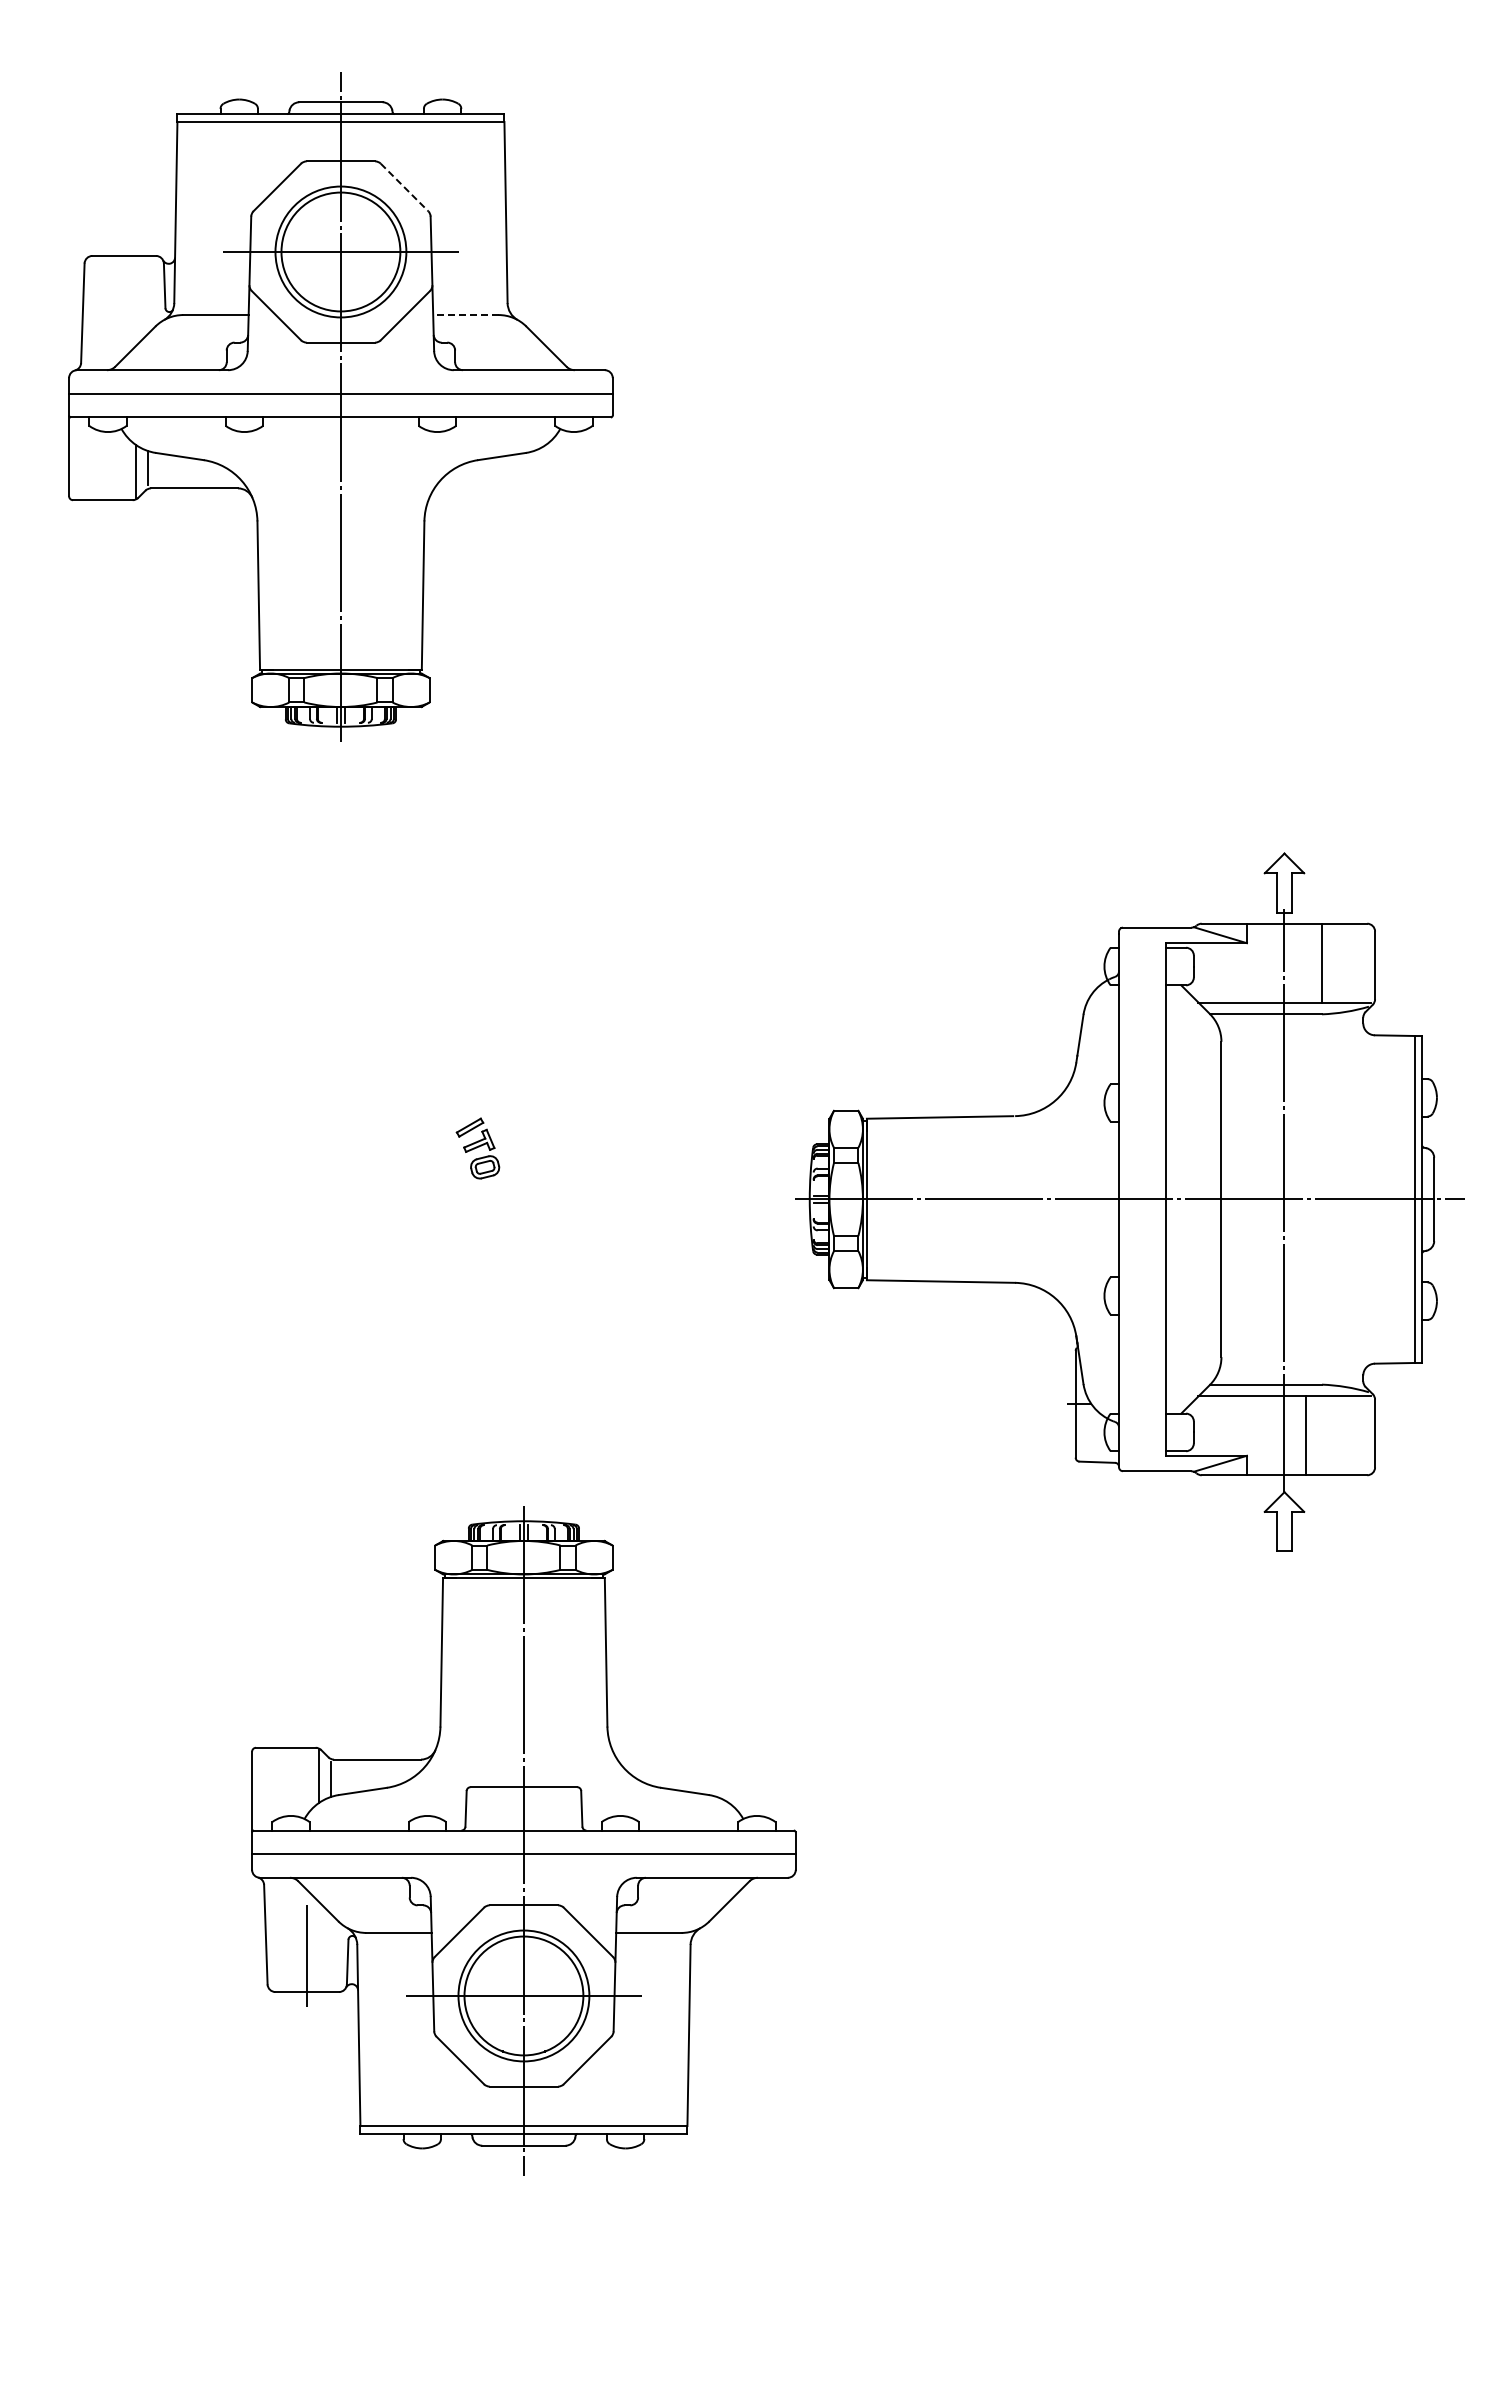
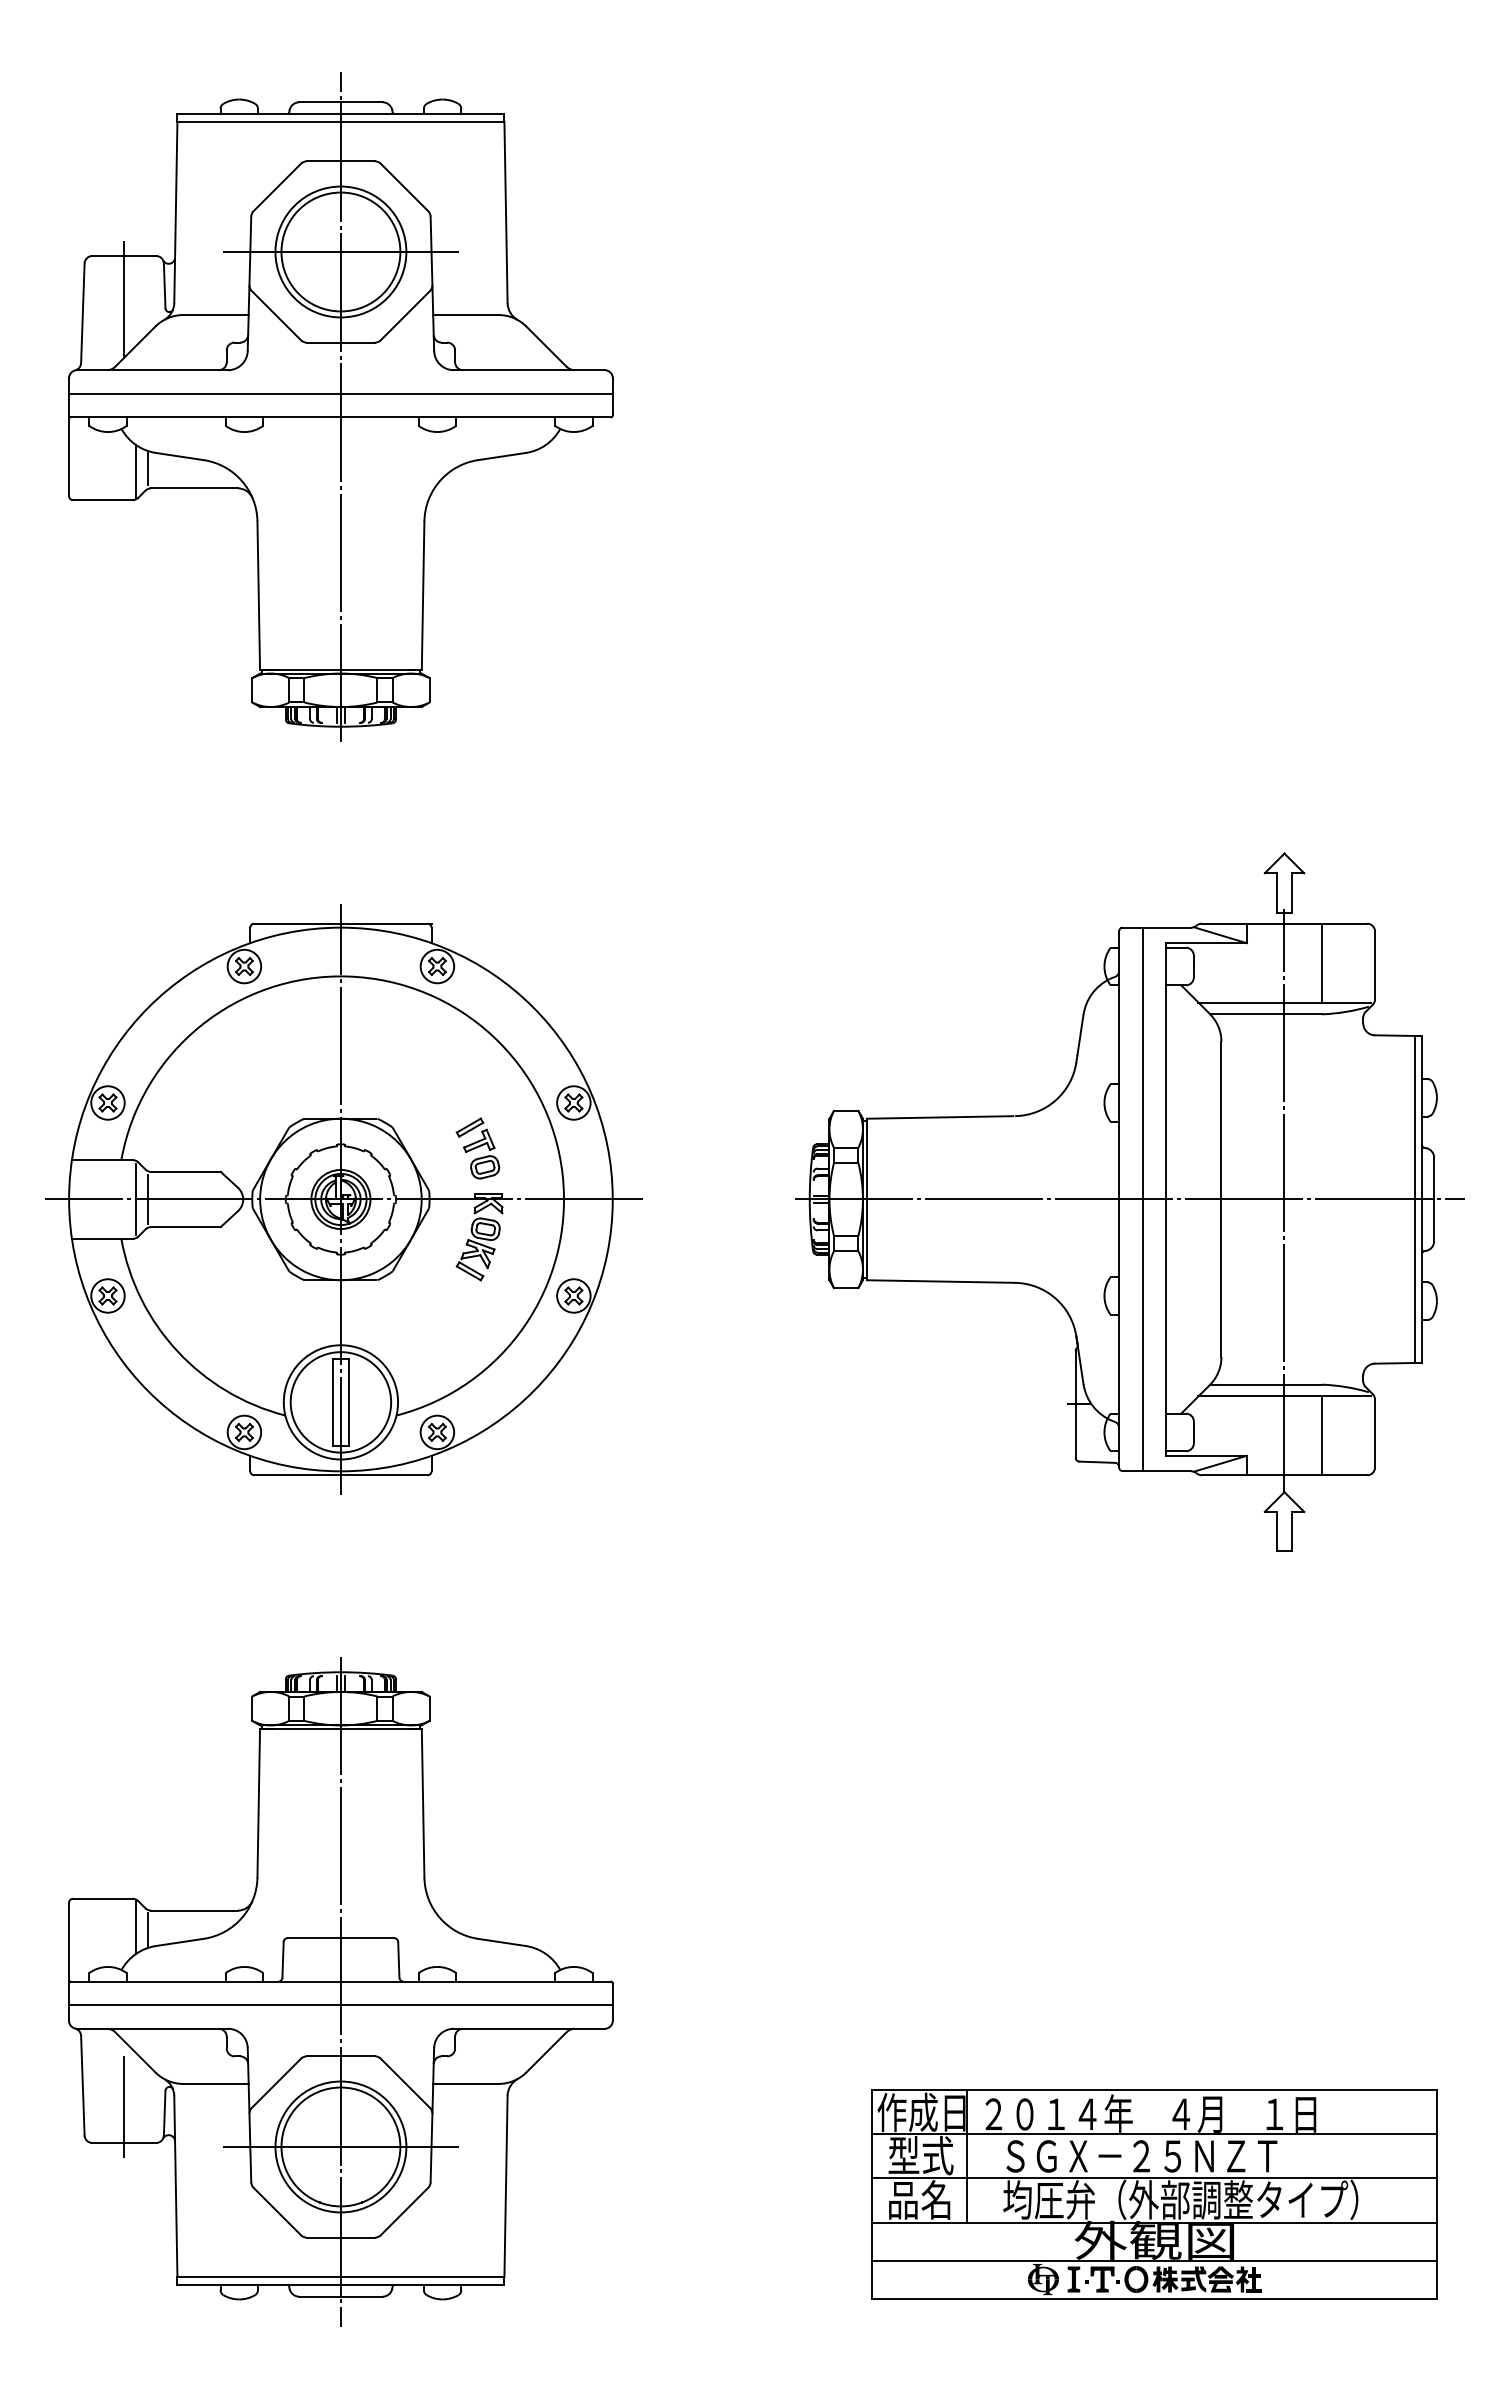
line at (404, 187): dashed -> solid
line at (124, 299): none -> present
line at (465, 315): dashed -> solid
part at (343, 1199): none -> present
line at (1142, 1199): none -> present
line at (1306, 1435) position: (1306, 1435) -> (1322, 1435)
part at (523, 1840) position: (523, 1840) -> (340, 1991)
part at (1154, 2194): none -> present
